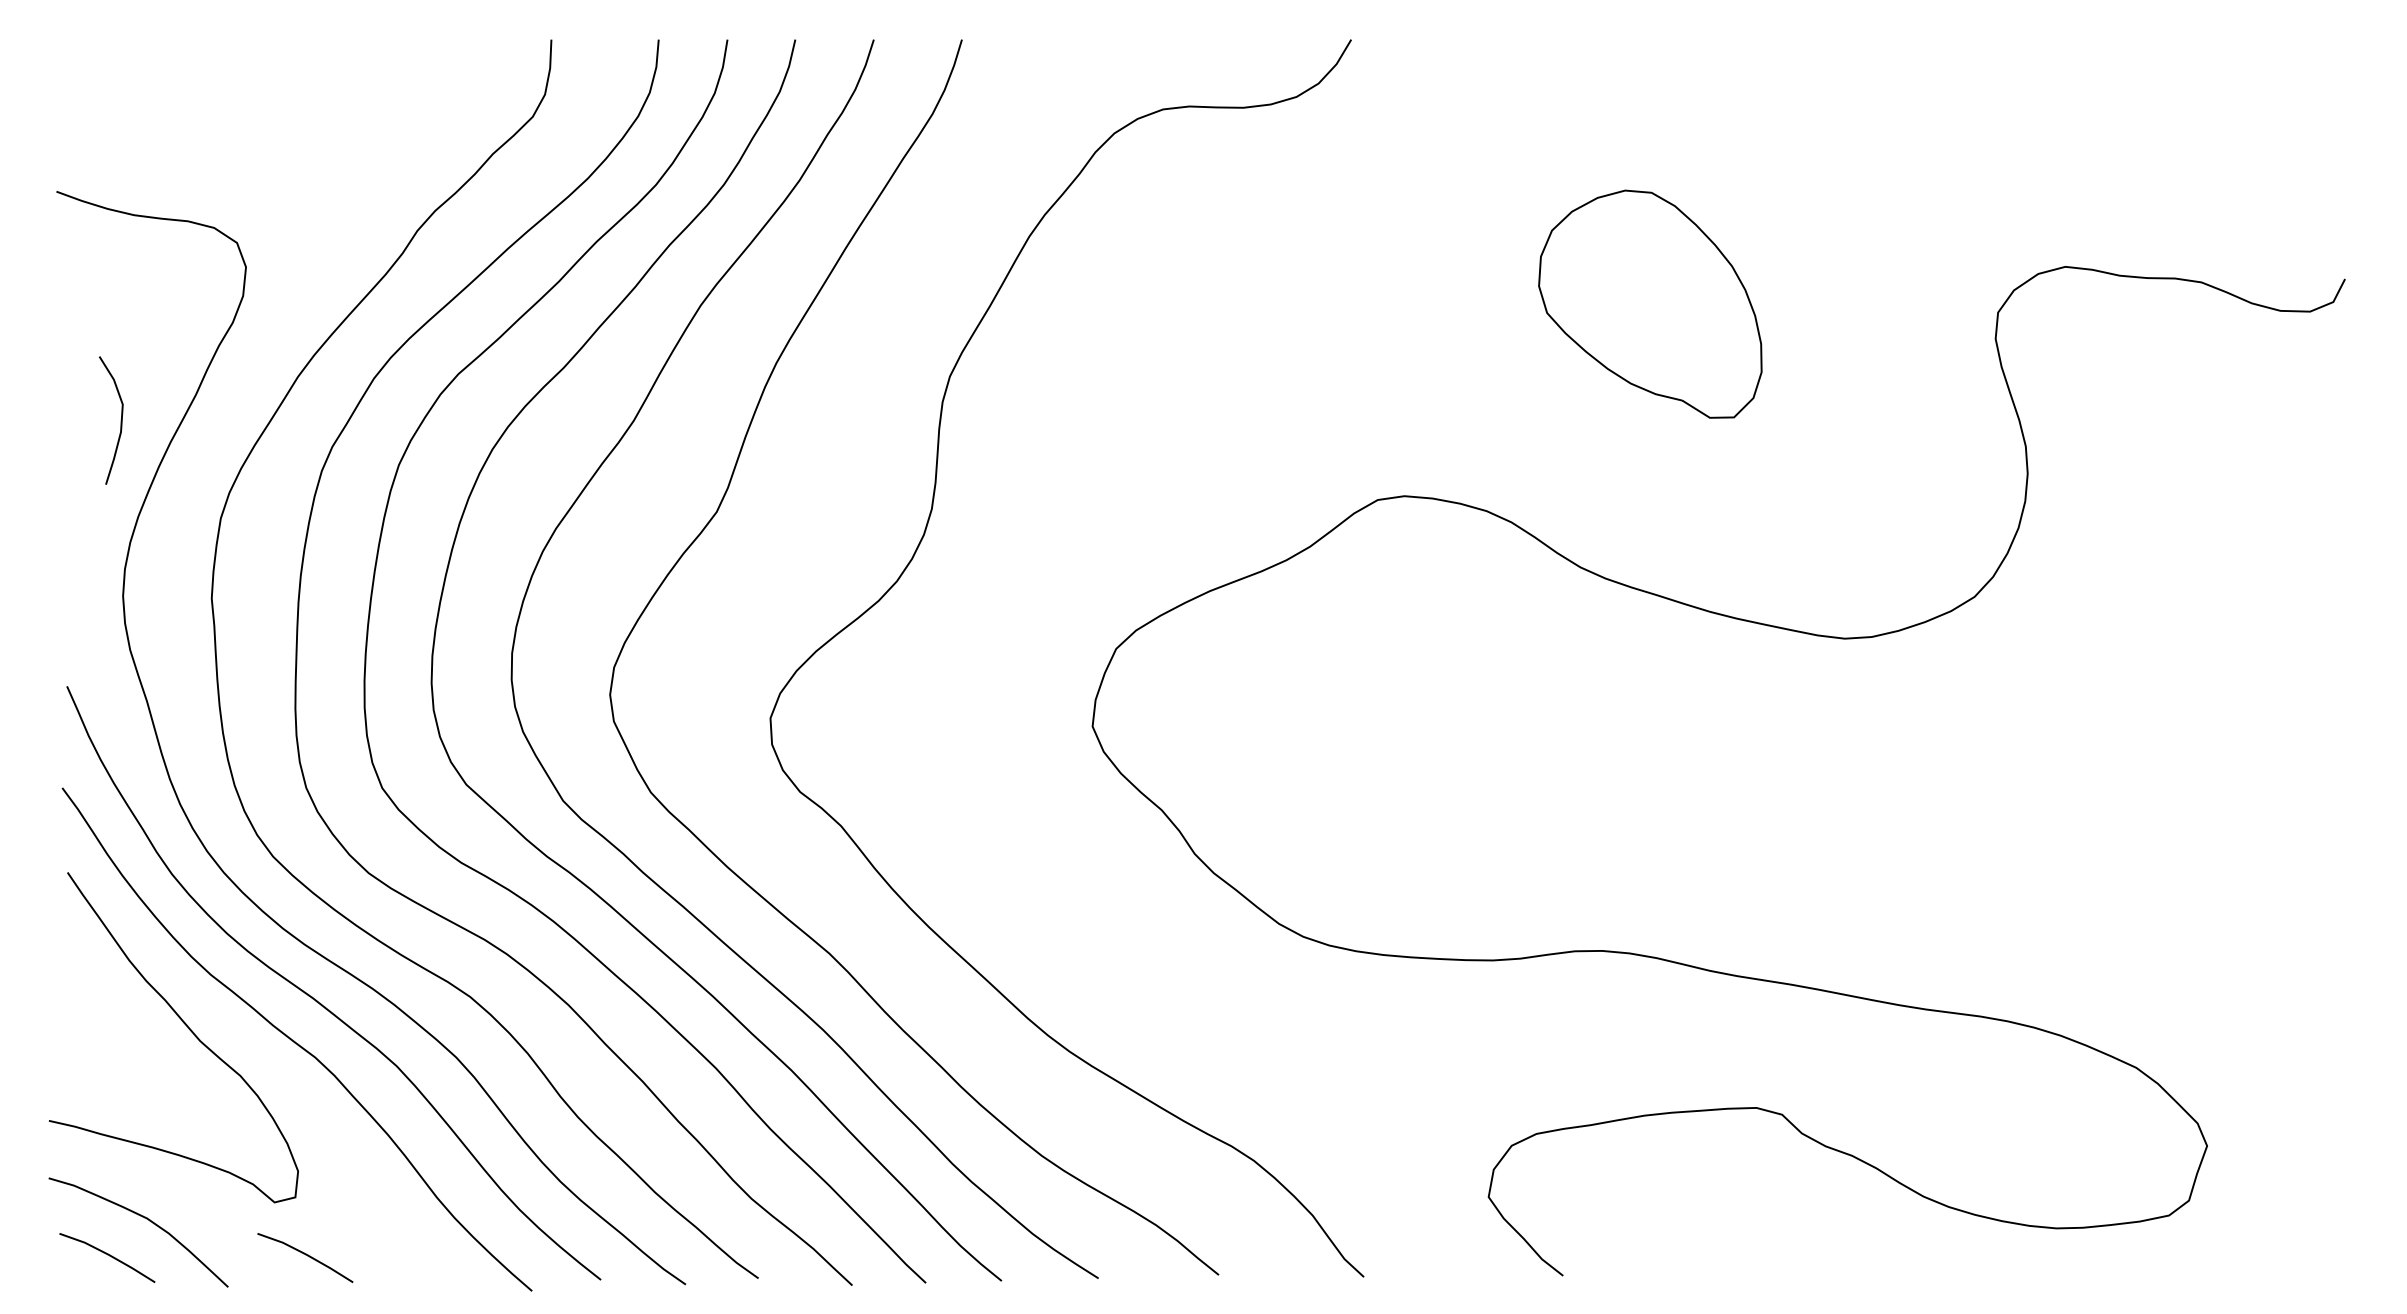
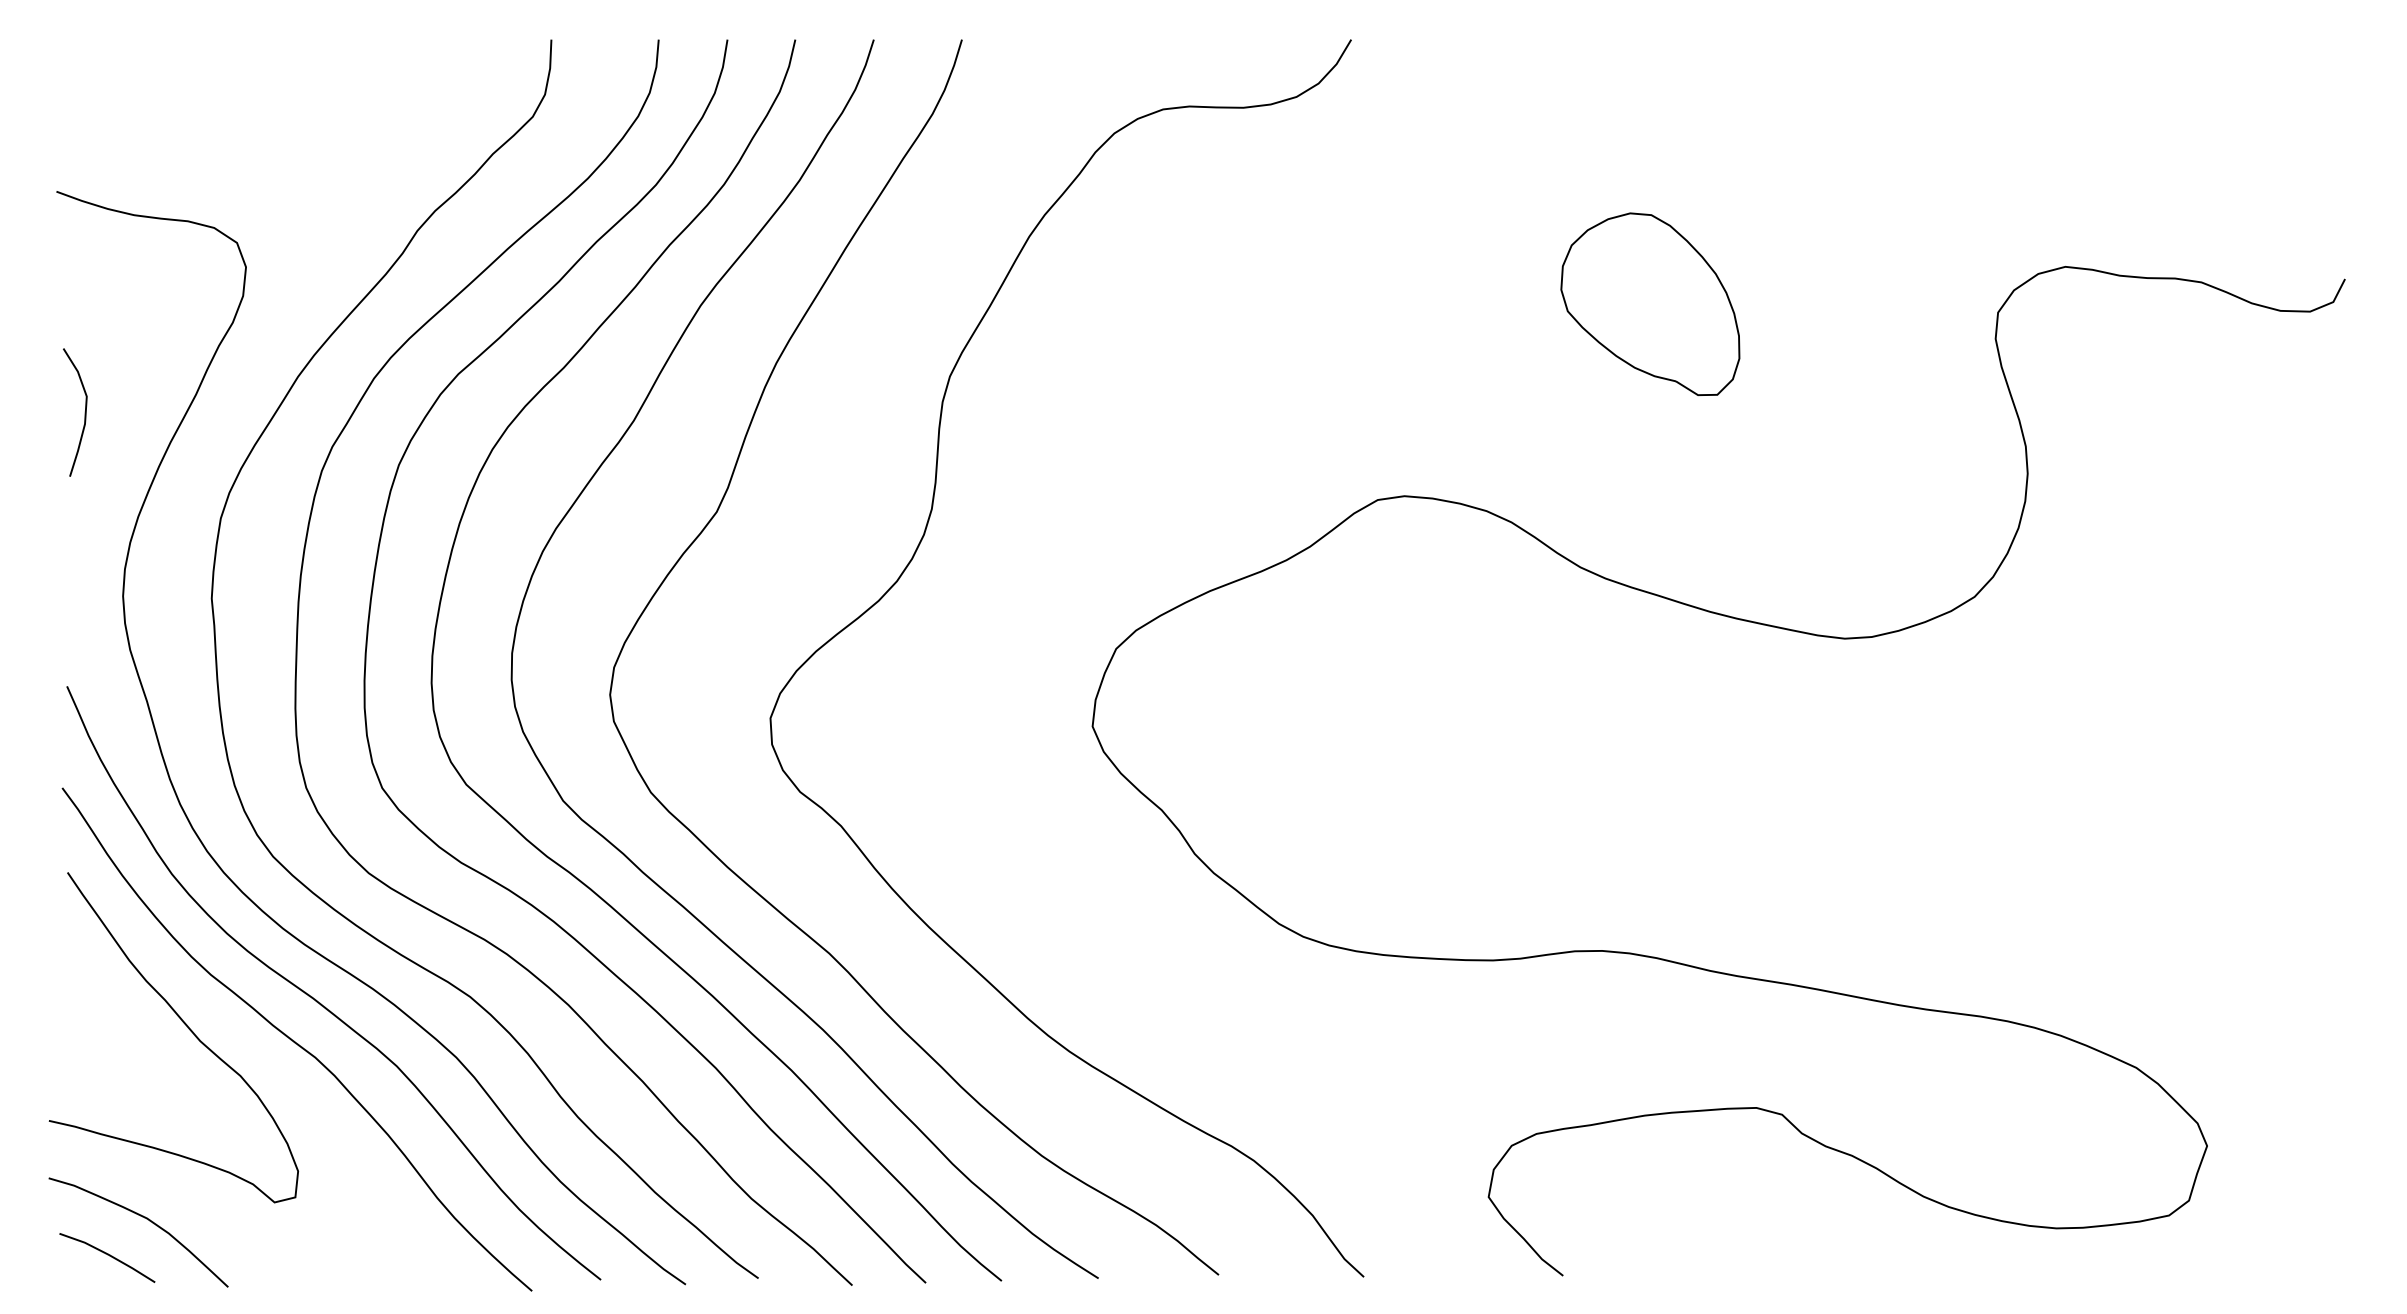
part at (1650, 303) size: 225x230 px -> 181x185 px
curve at (120, 420) position: (120, 420) -> (84, 412)
line at (305, 1255): present -> none
